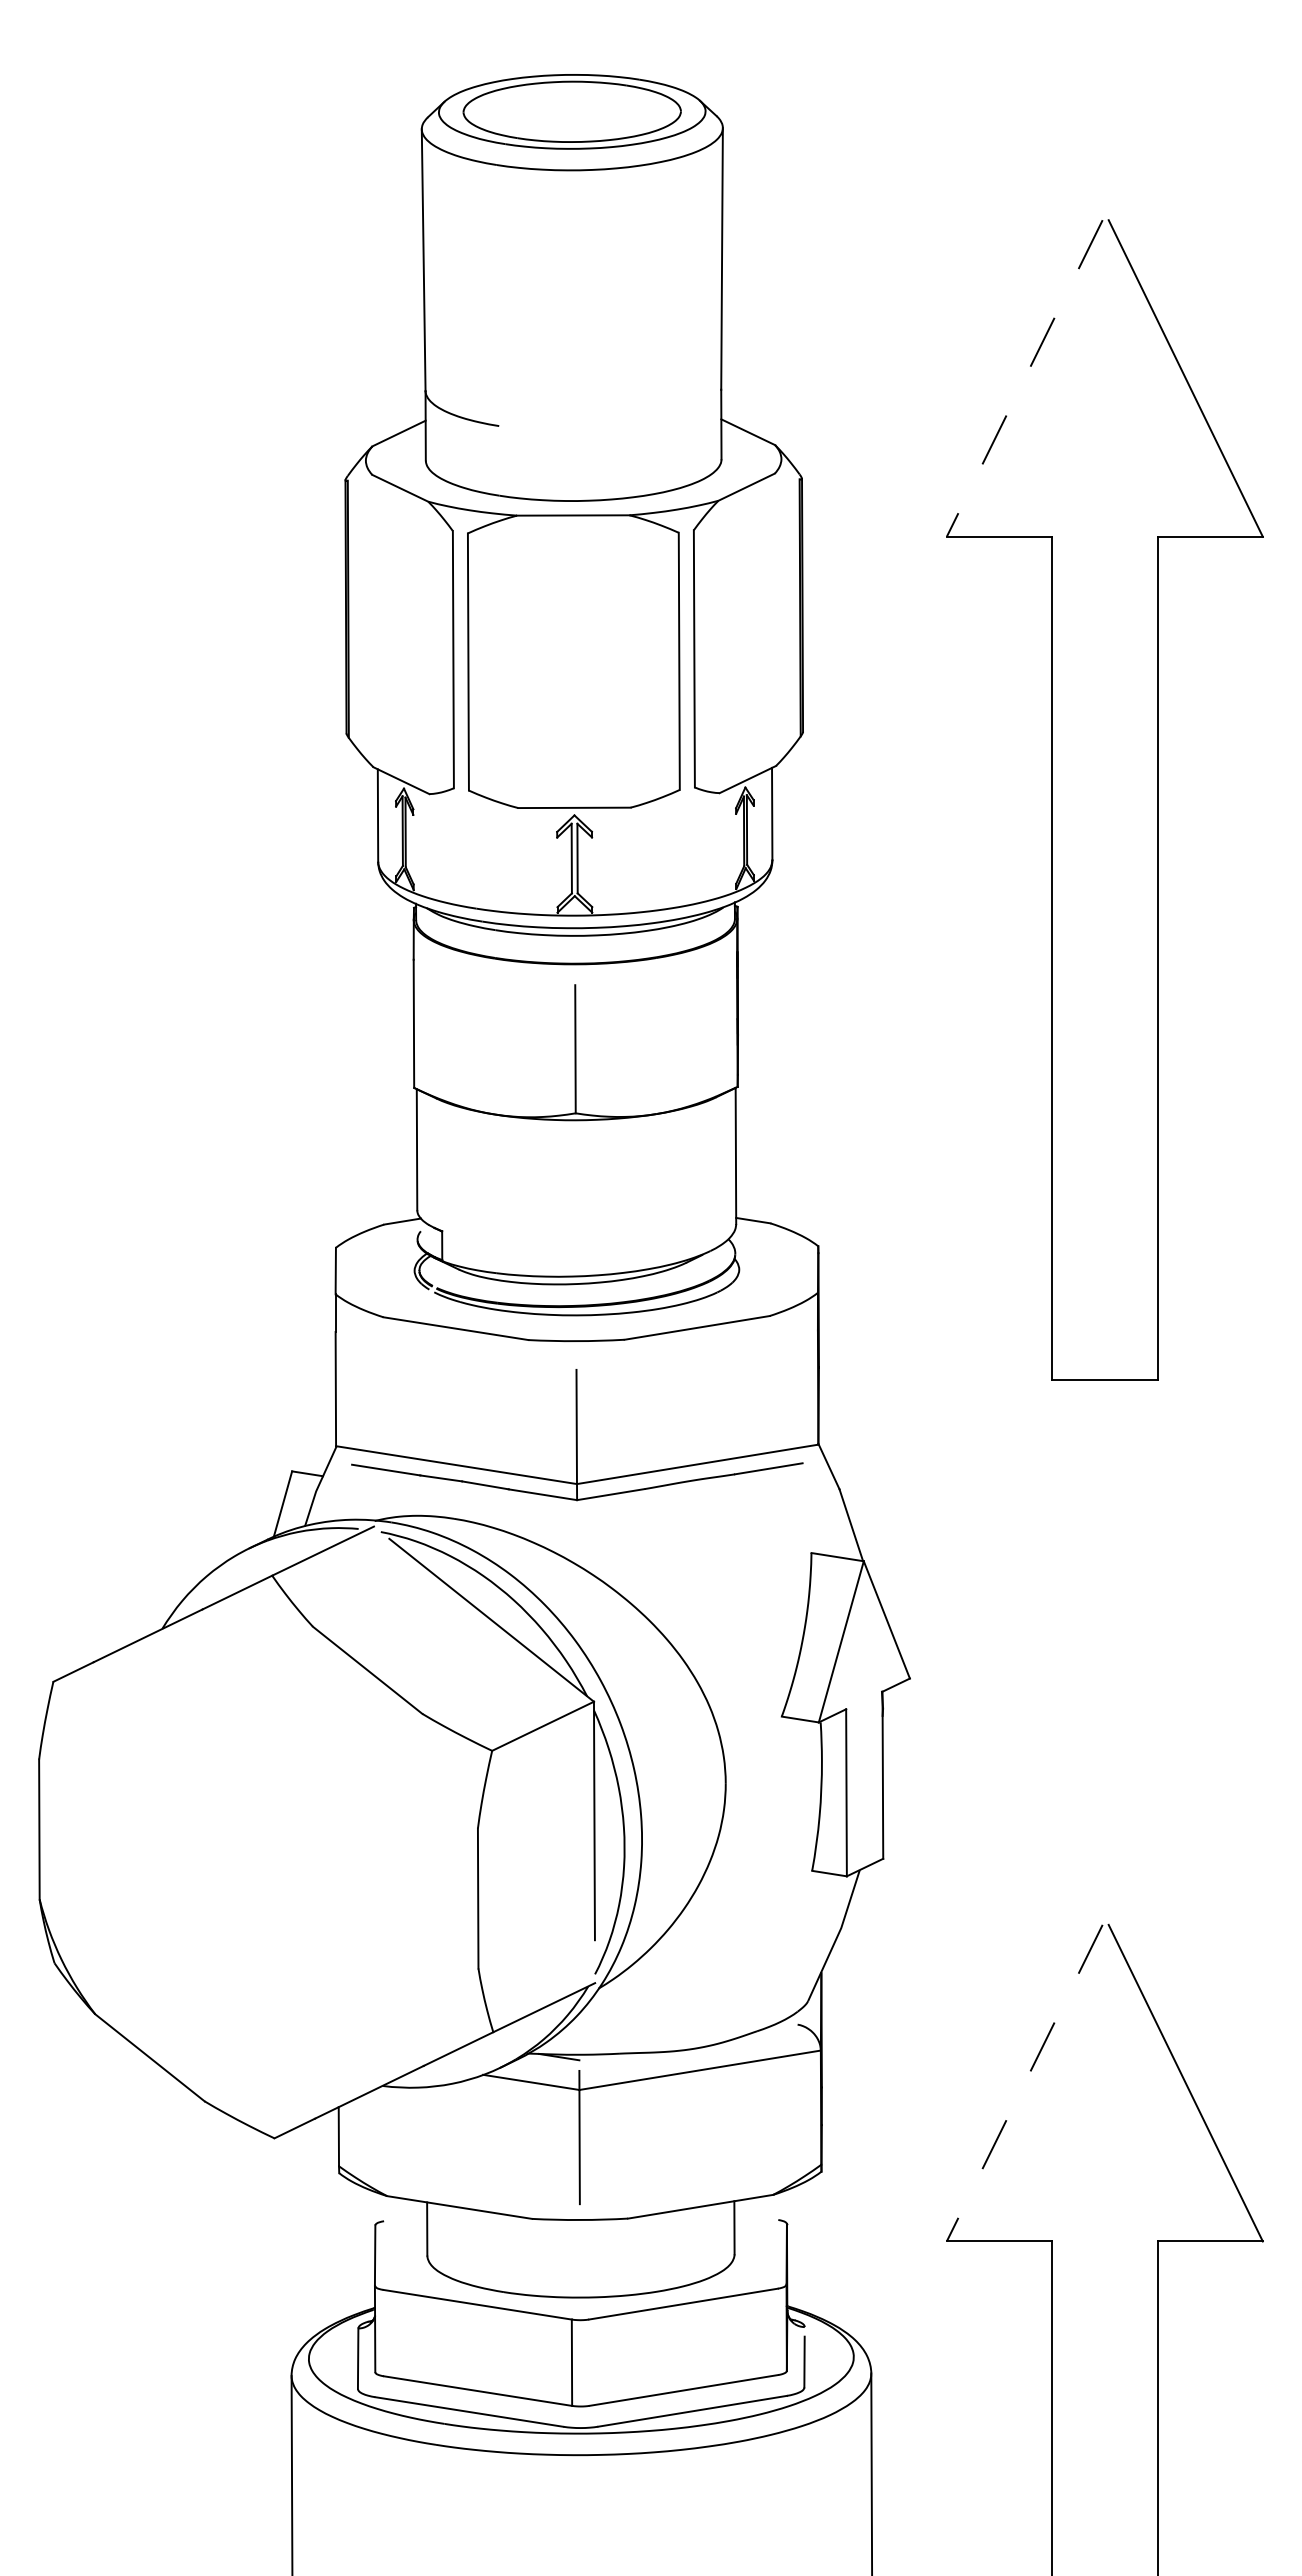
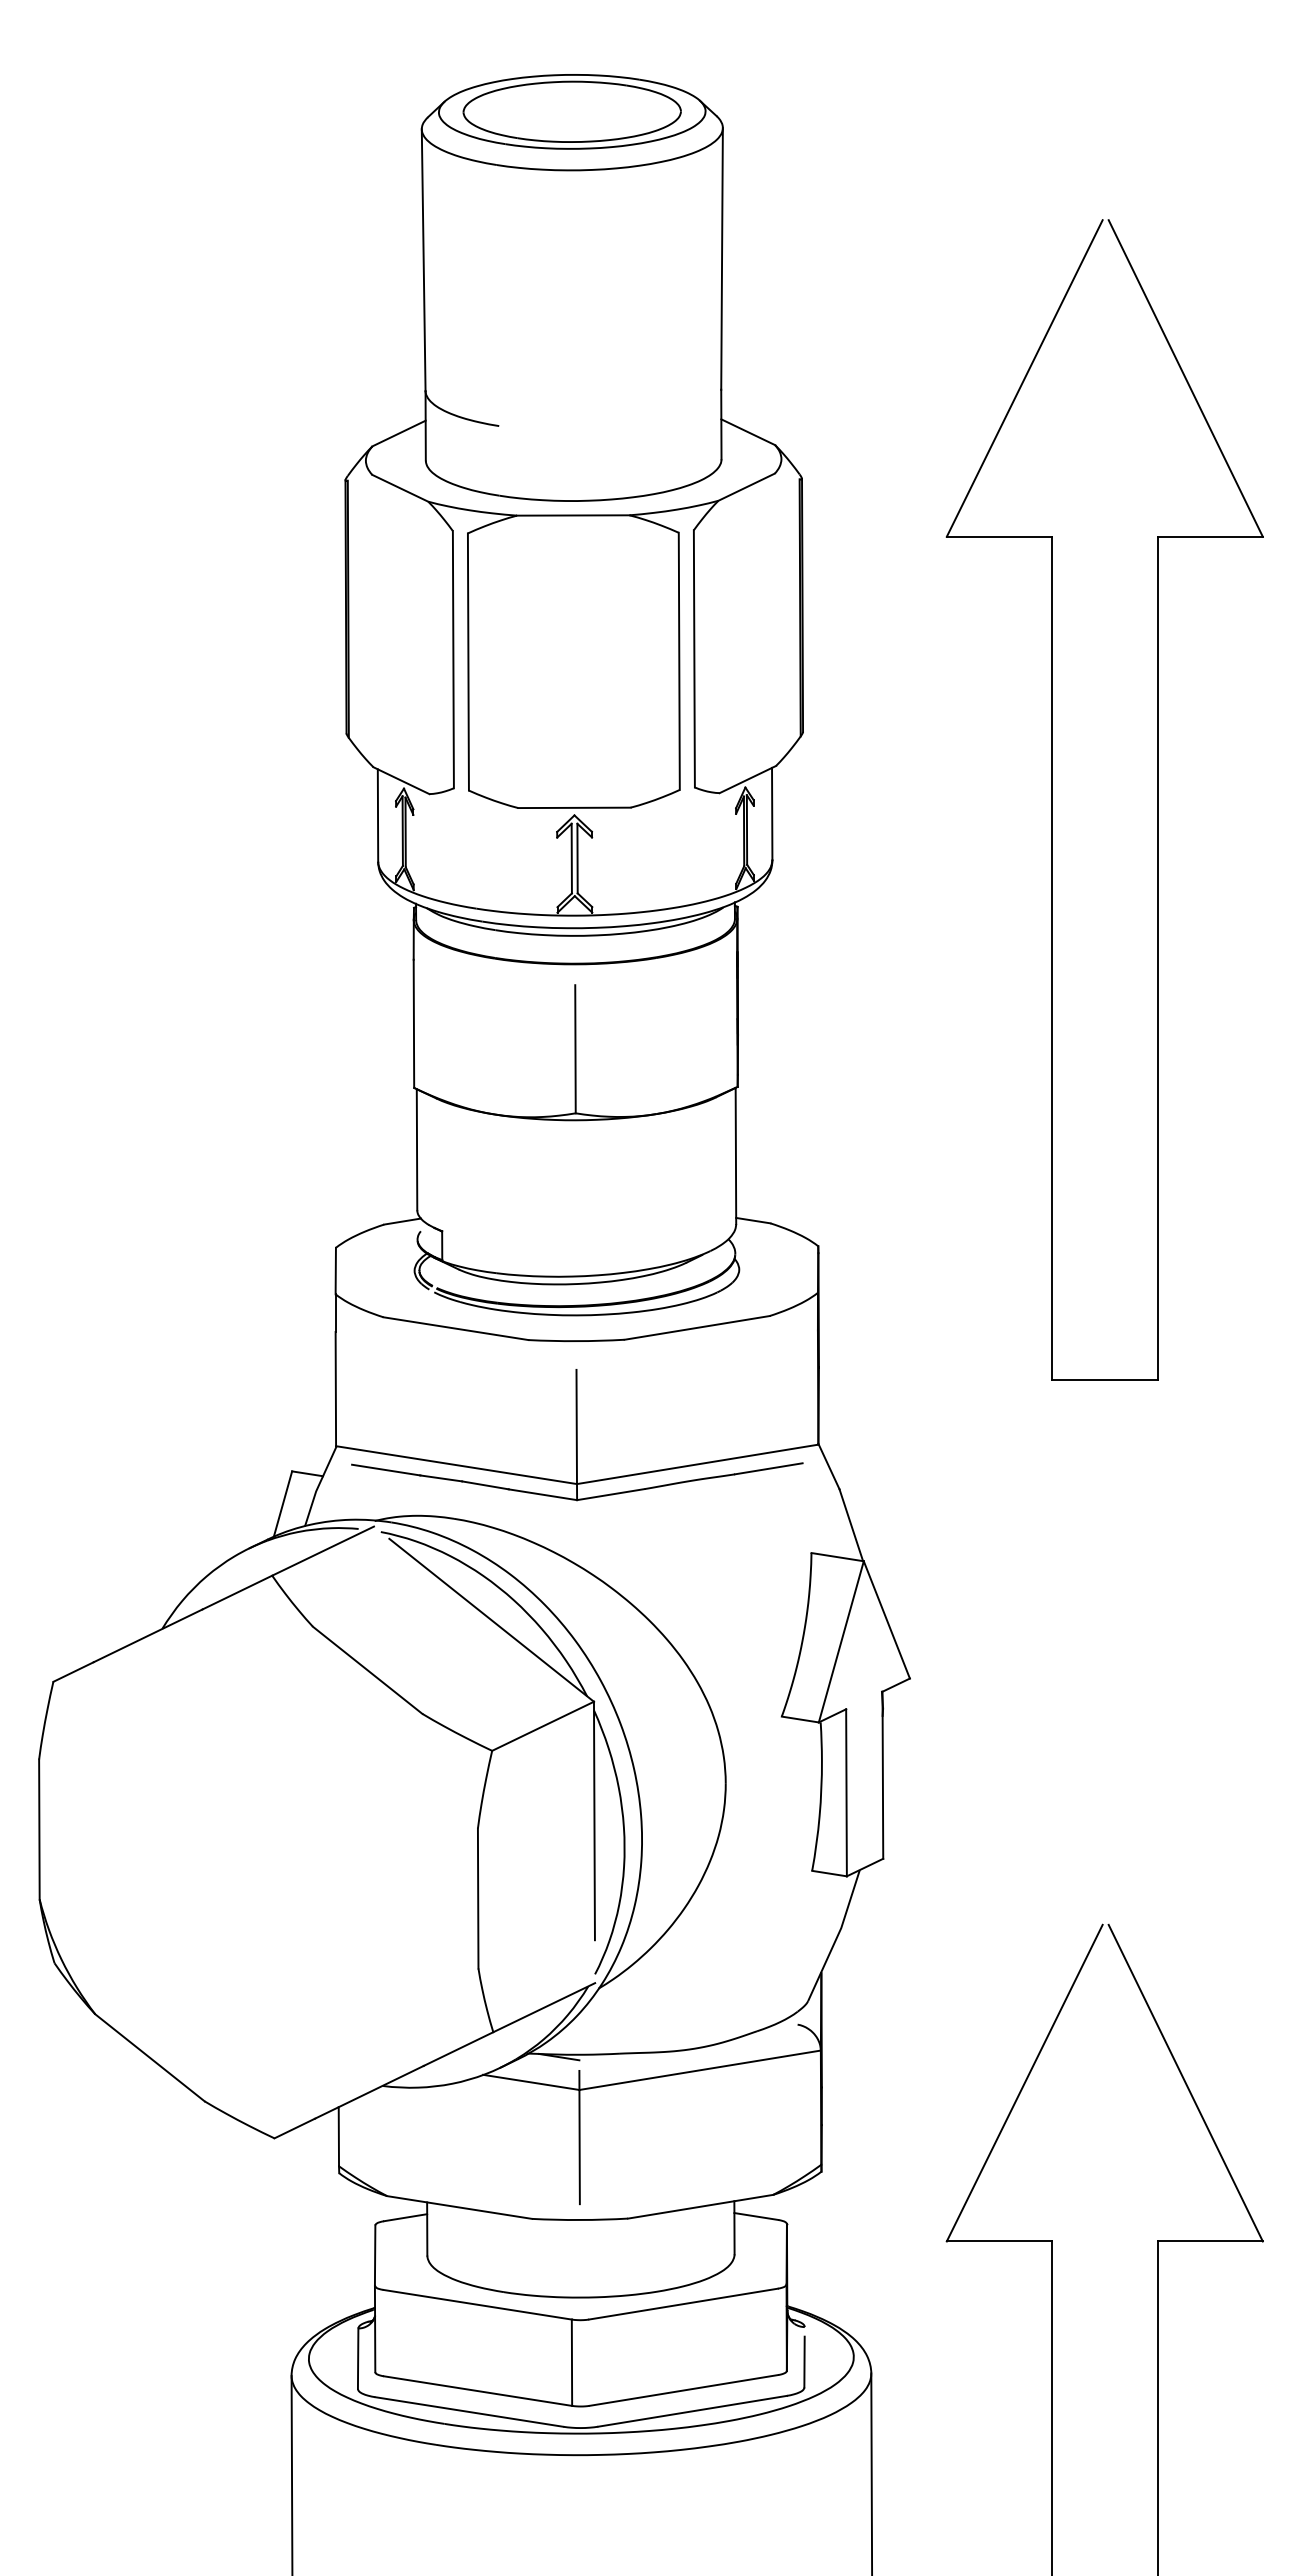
line at (1024, 378): dashed -> solid
line at (1024, 2083): dashed -> solid
line at (756, 2216): none -> present
line at (405, 2217): none -> present
